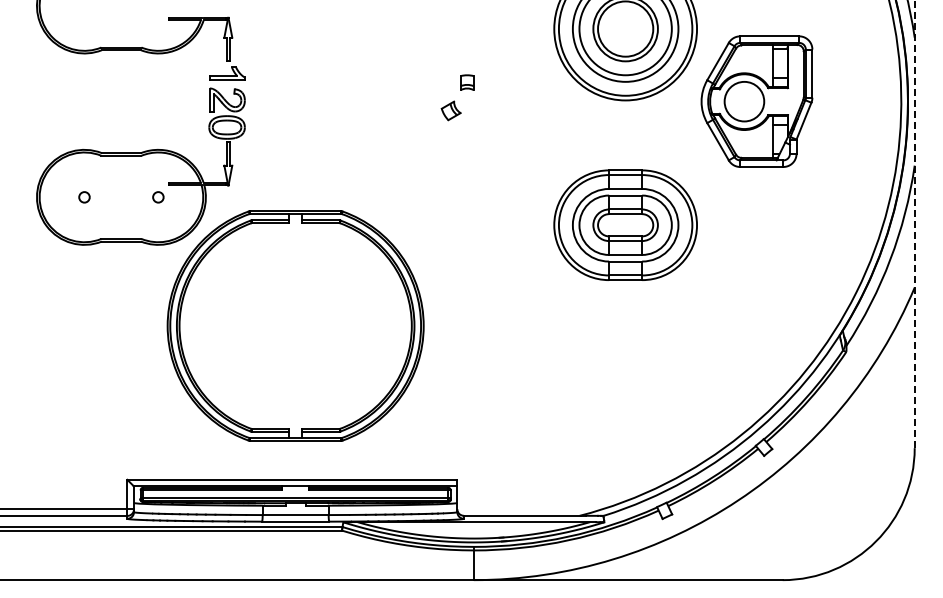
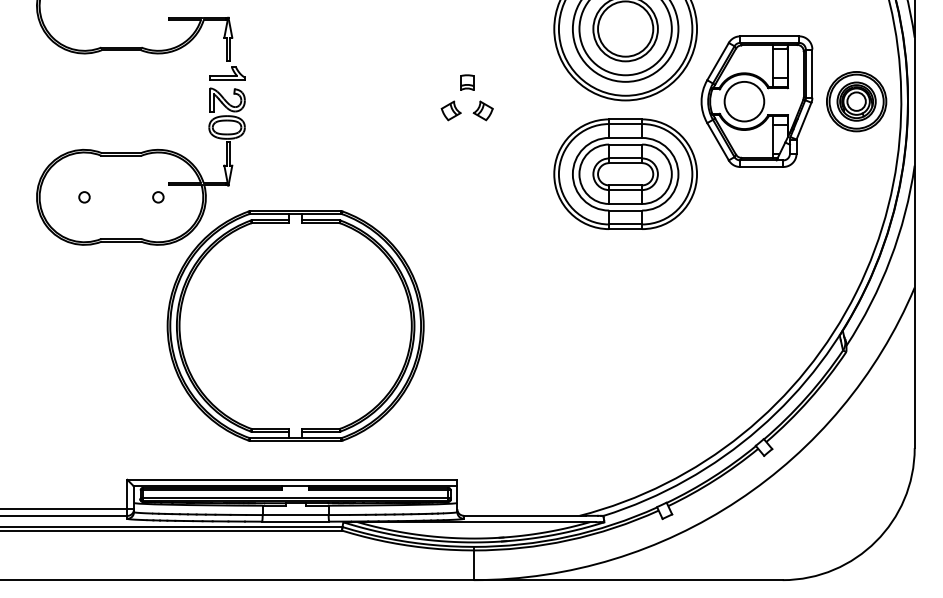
part at (856, 101): none -> present
part at (482, 110): none -> present
part at (625, 224) position: (625, 224) -> (625, 173)
line at (914, 224): dashed -> solid
